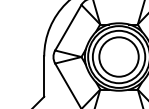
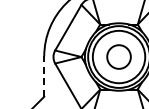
circle at (118, 56) diameter: 39 px -> 24 px
line at (44, 76): solid -> dashed
